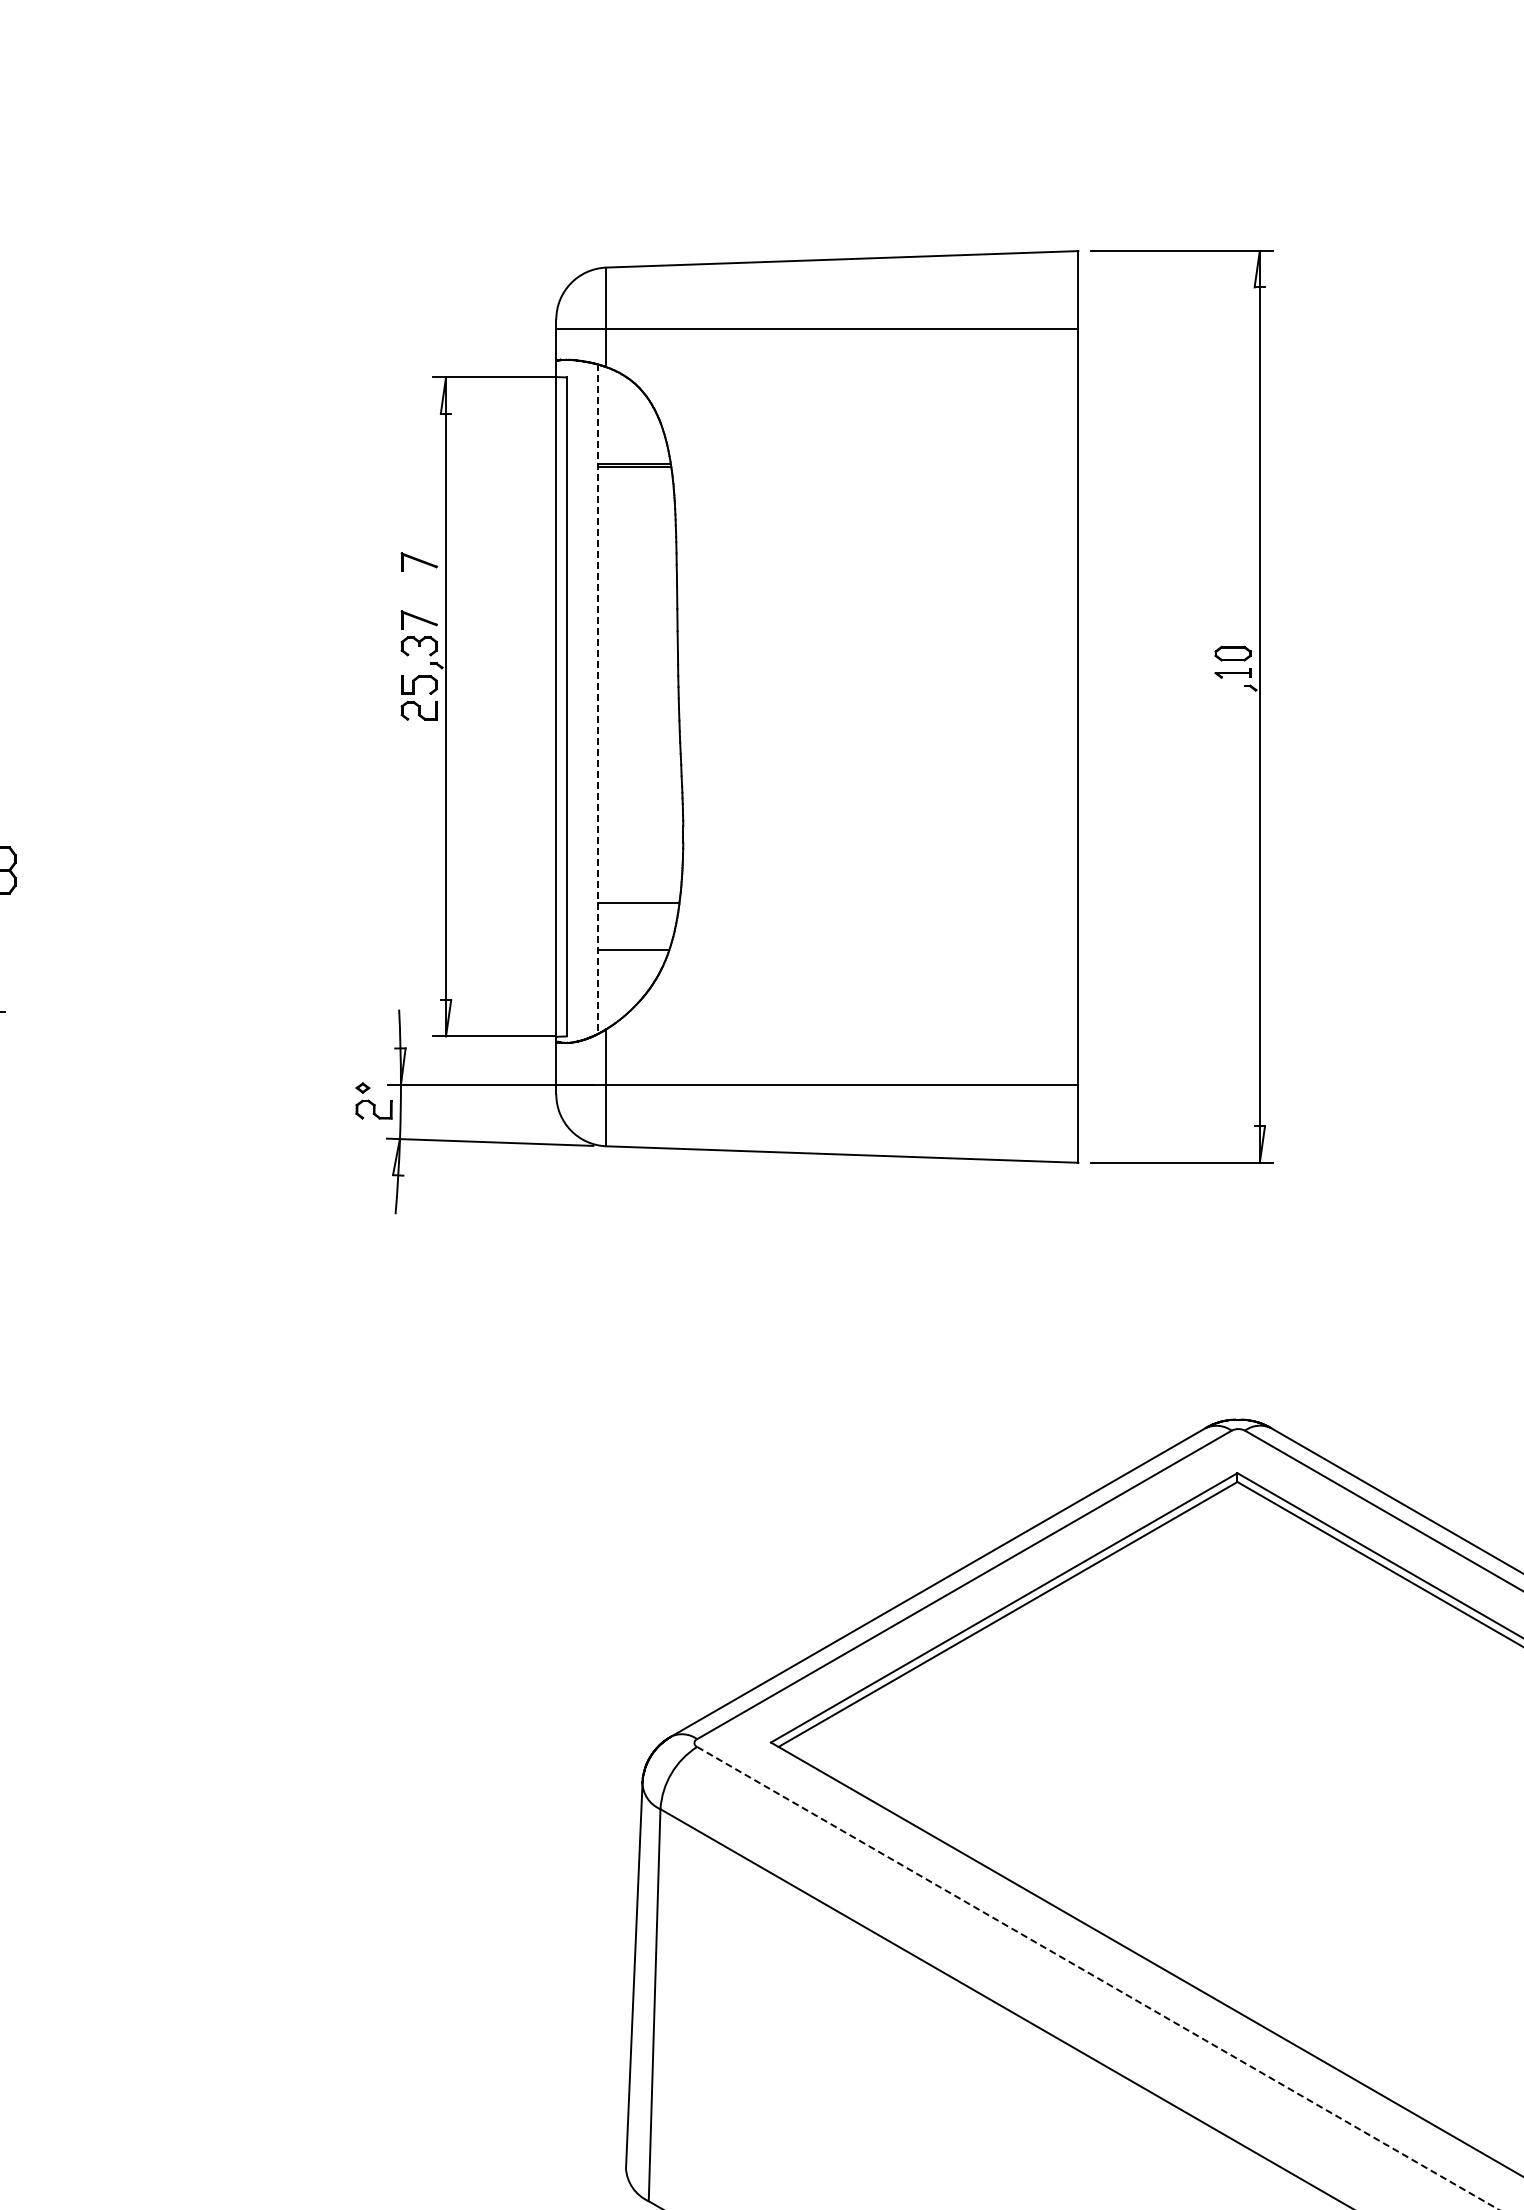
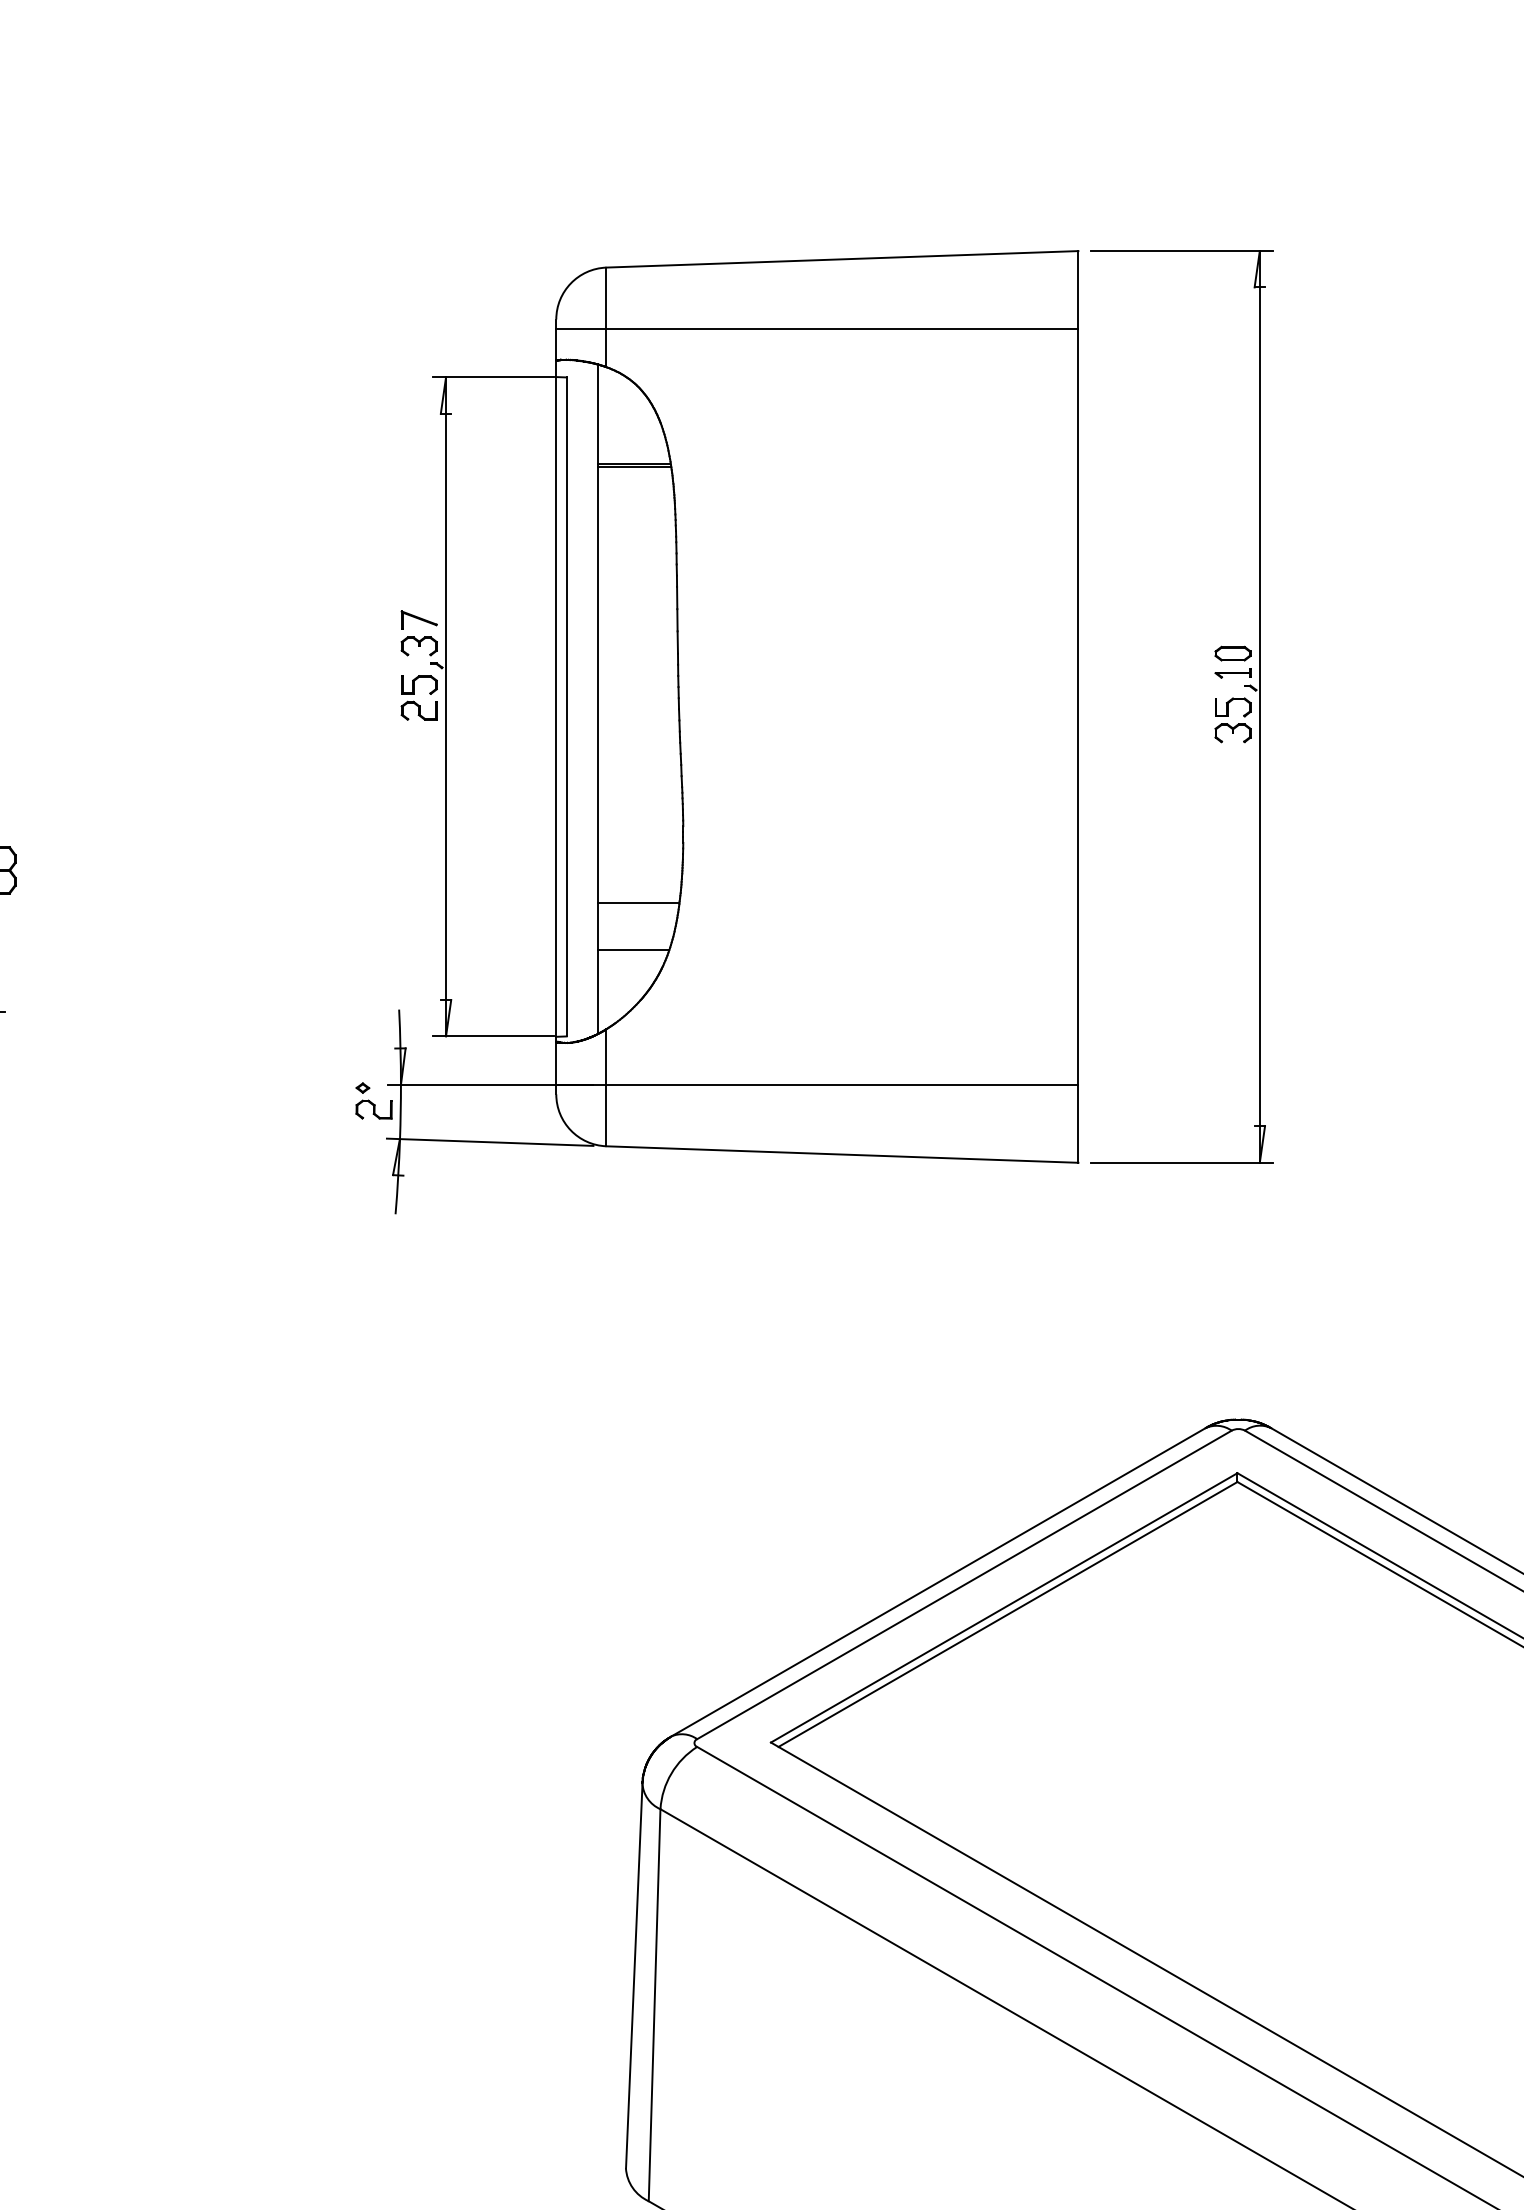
part at (418, 561): present -> none
line at (597, 699): dashed -> solid
part at (1232, 720): none -> present
line at (1097, 1978): dashed -> solid
